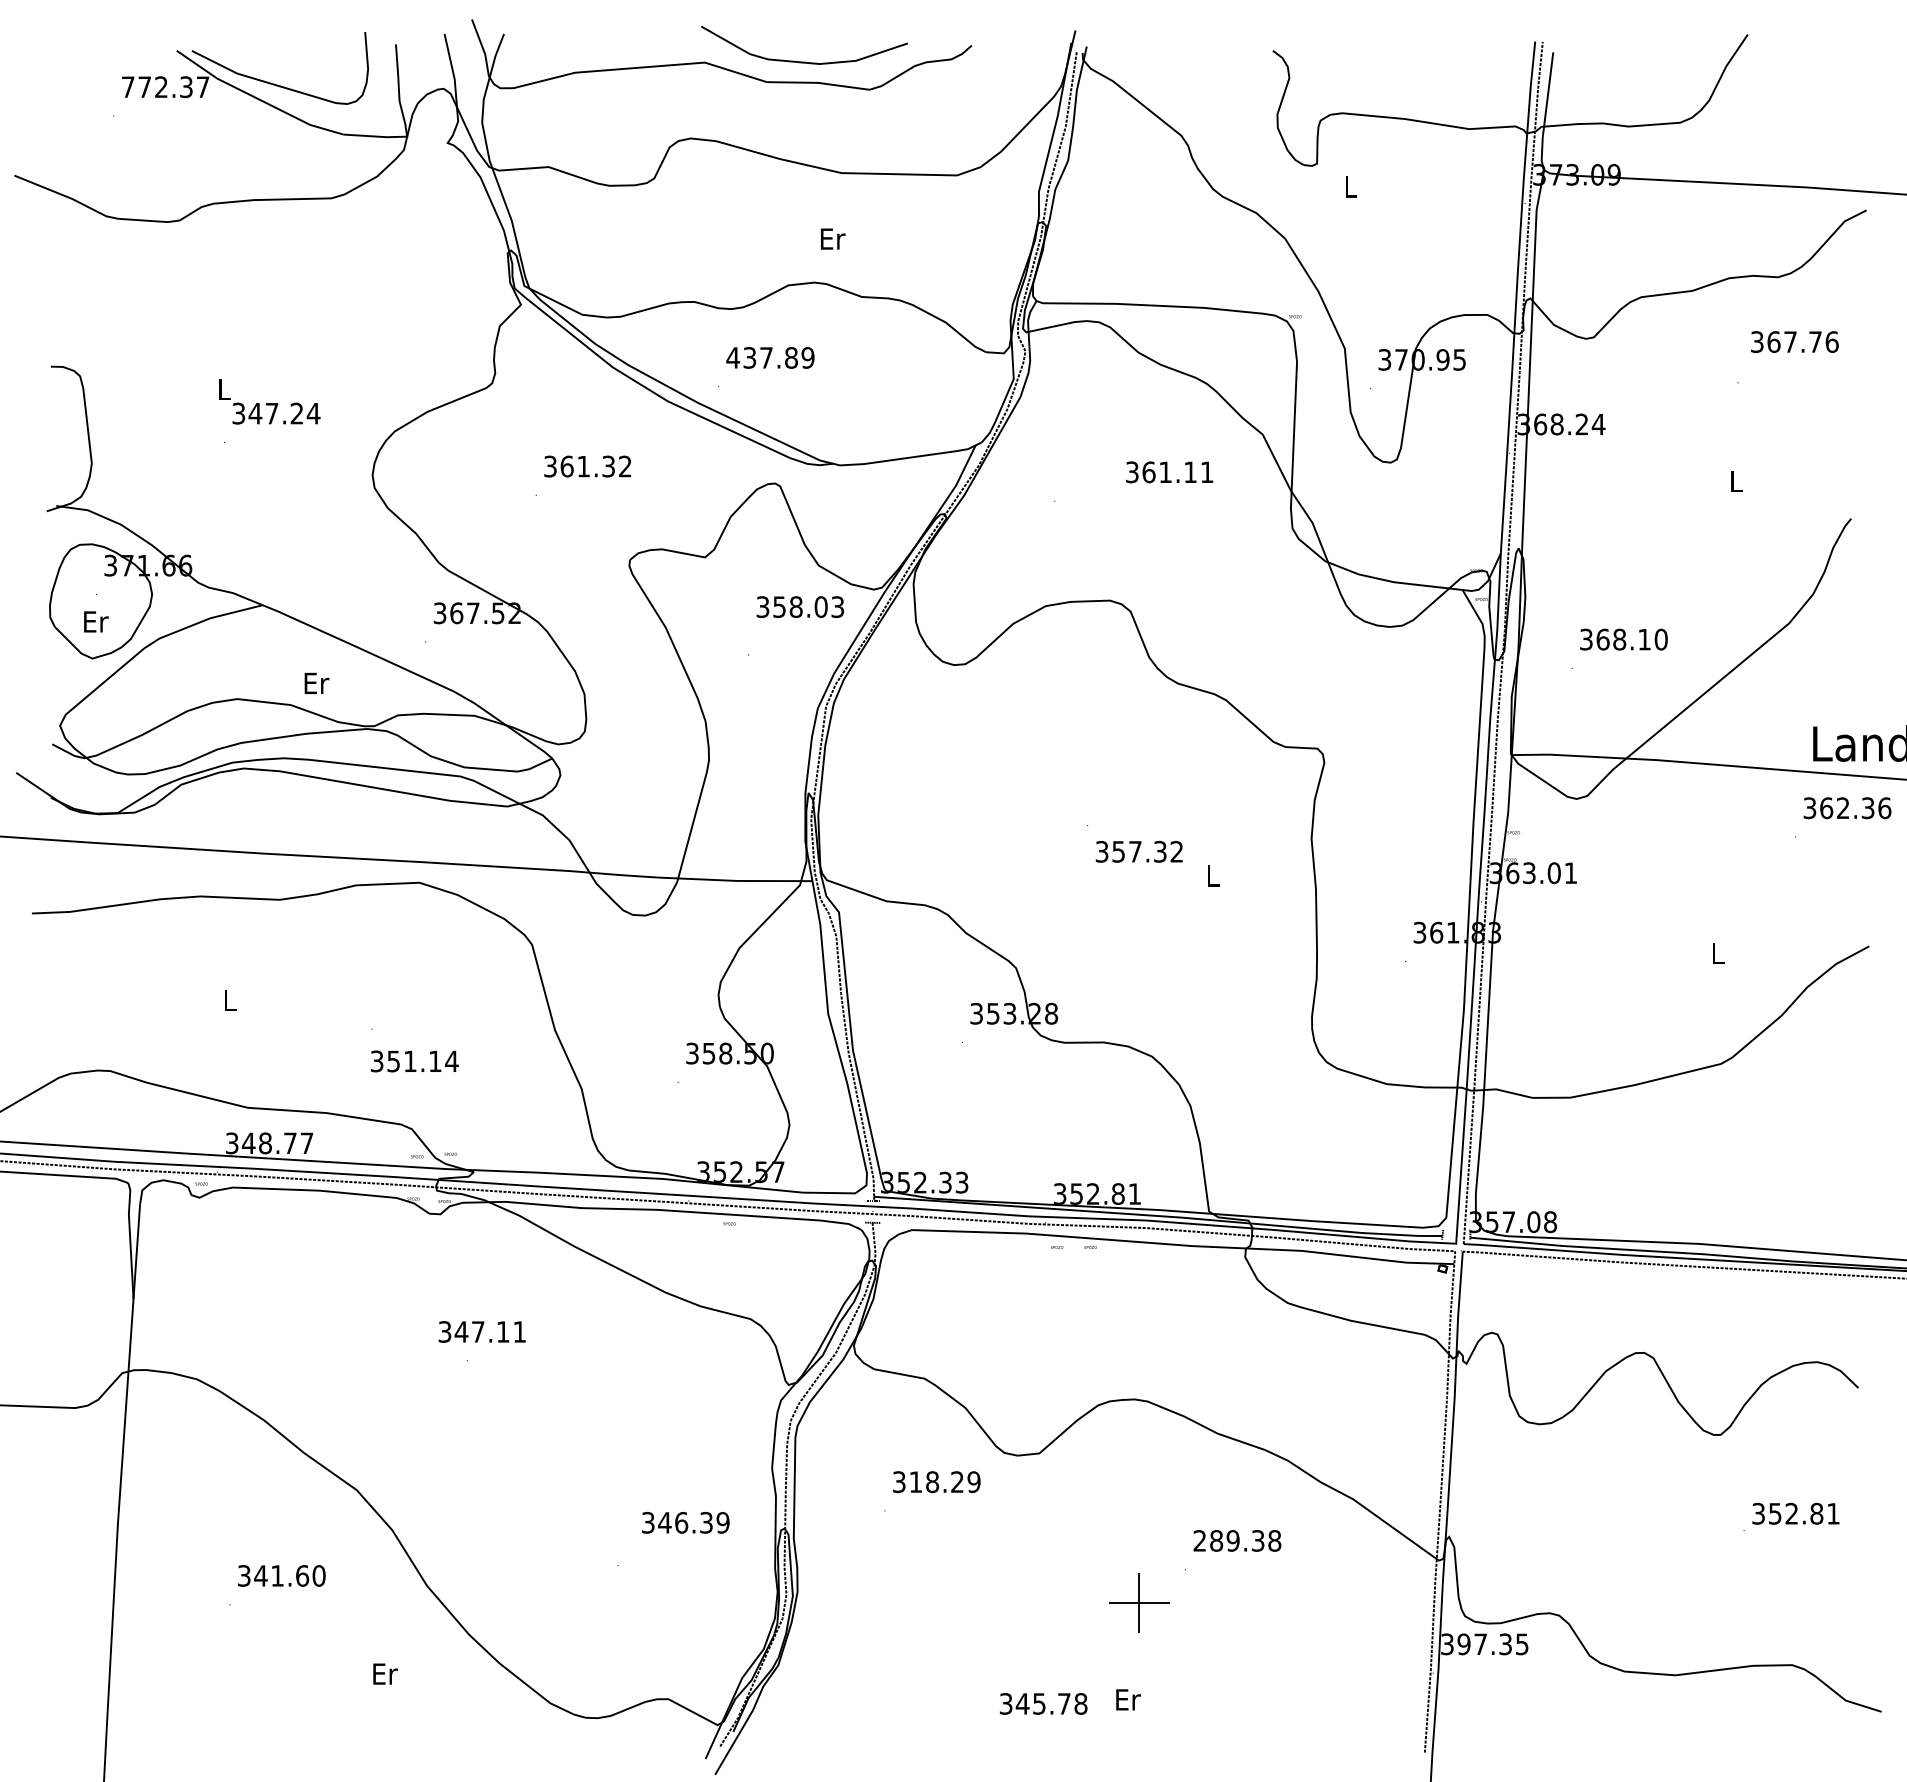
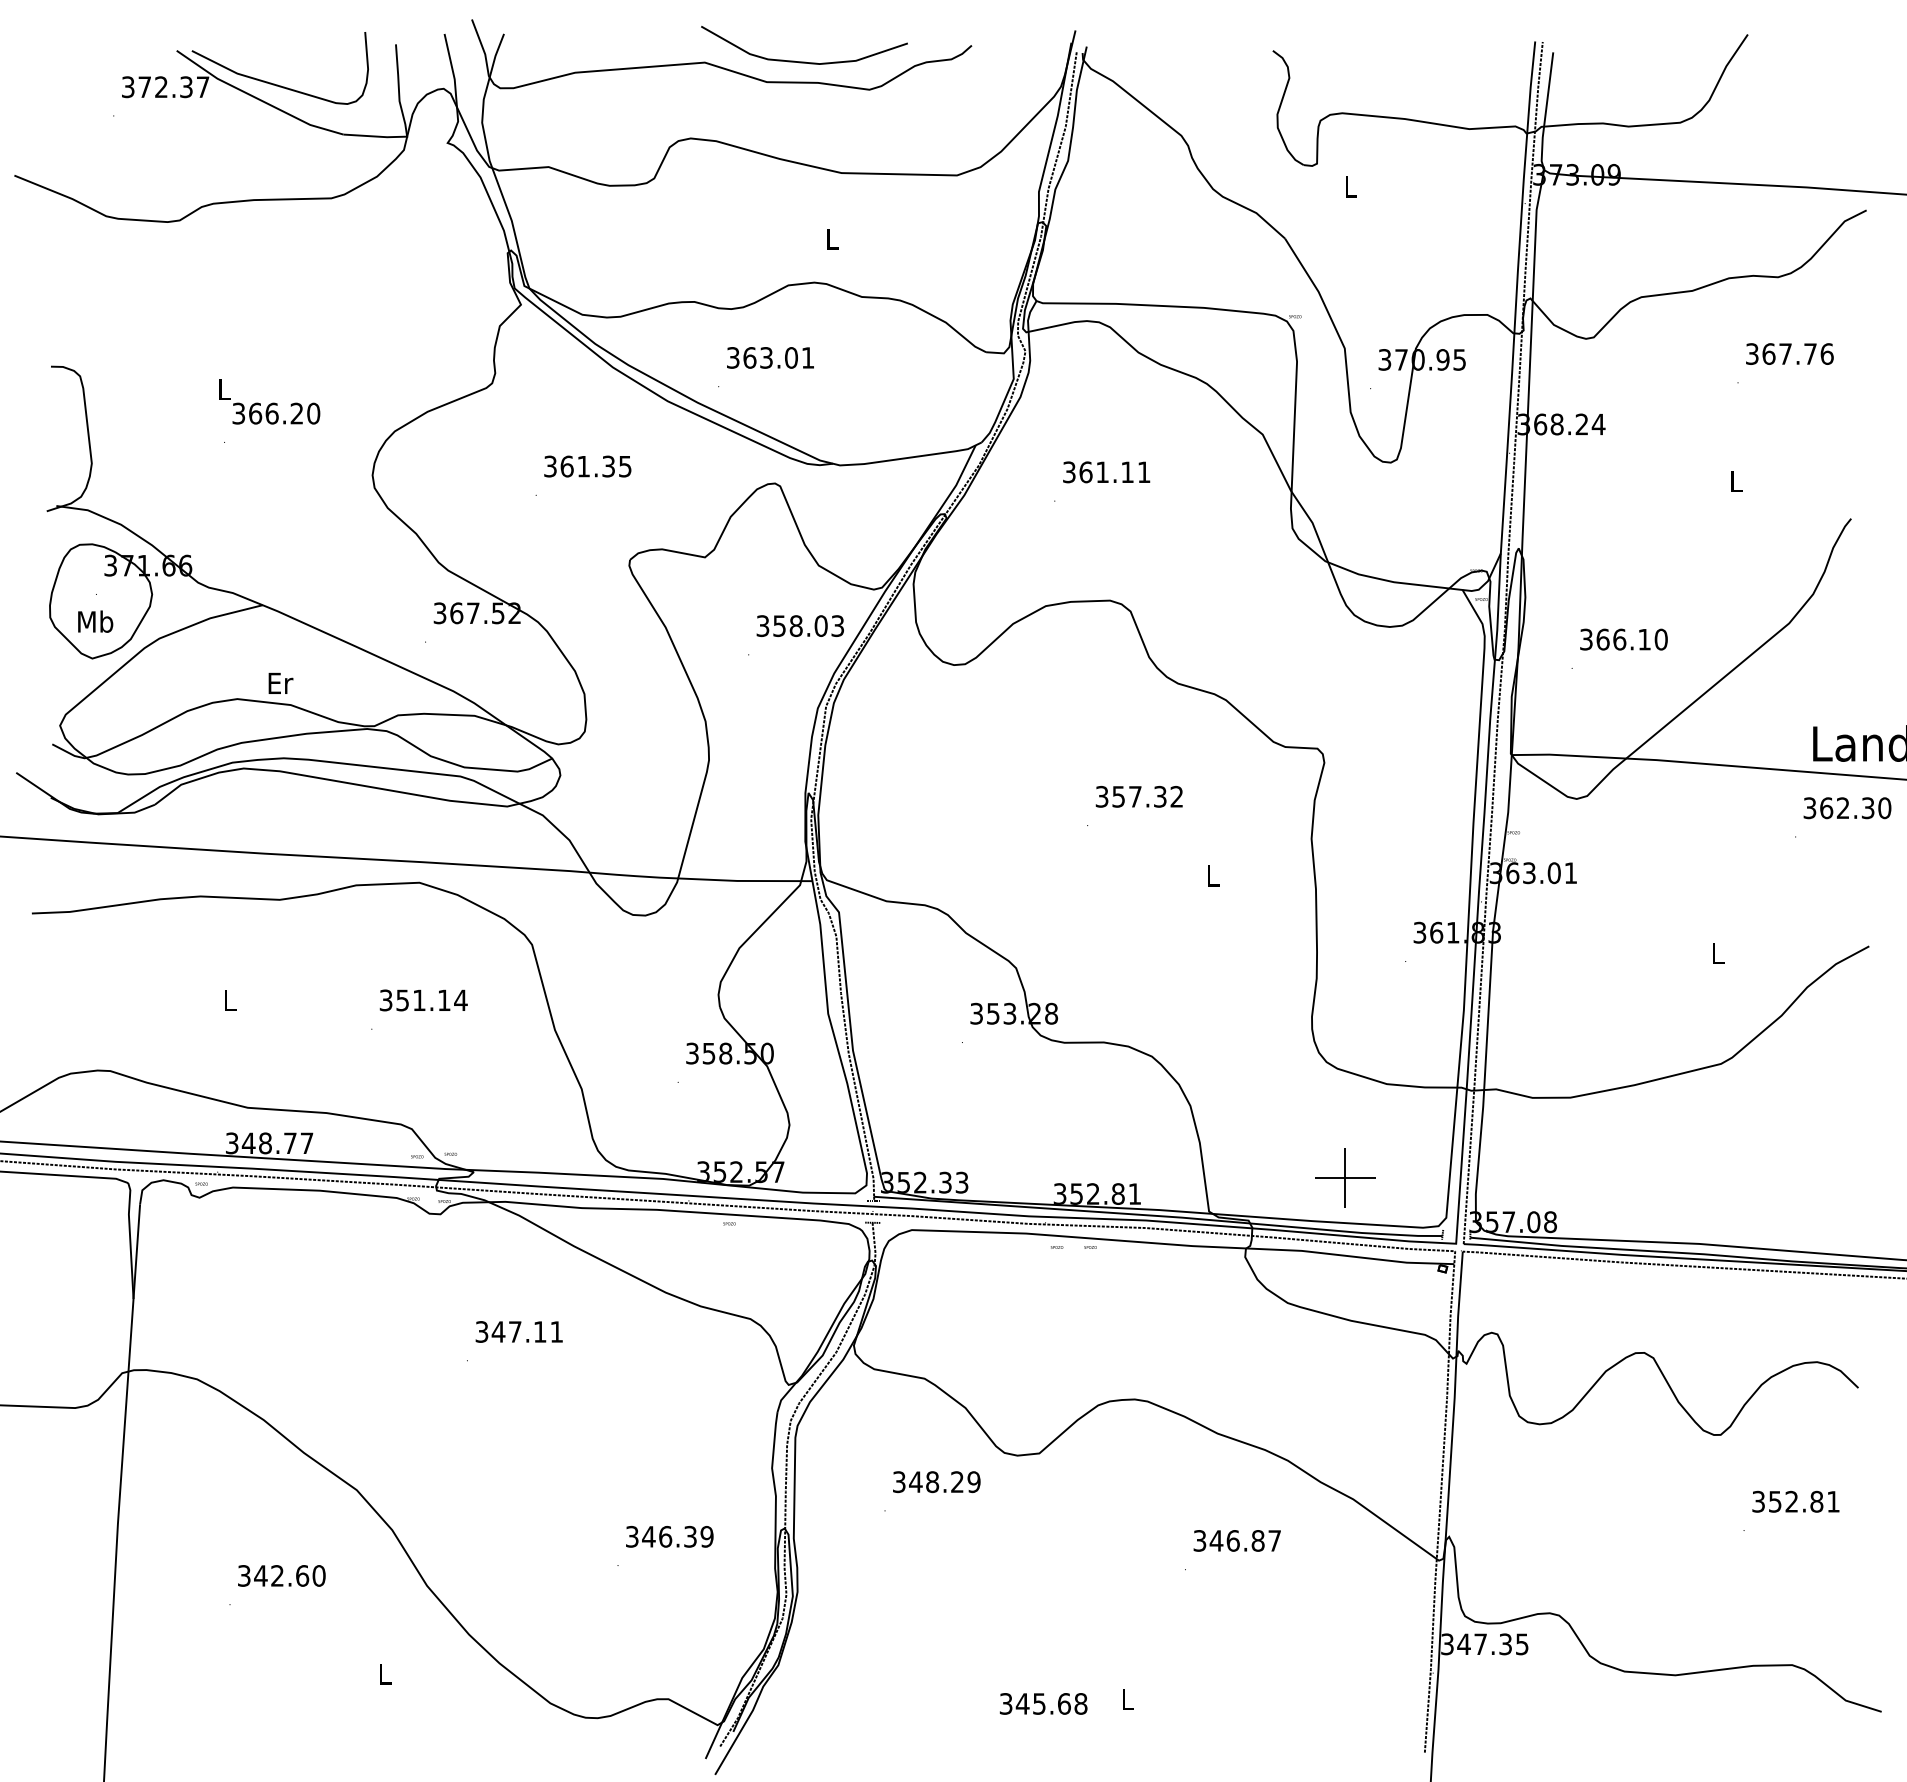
text at (128, 87): 772.37 -> 372.37
text at (833, 238): Er -> L
text at (1794, 341) position: (1794, 341) -> (1789, 353)
text at (770, 357): 437.89 -> 363.01
text at (284, 413): 347.24 -> 366.20
text at (625, 466): 361.32 -> 361.35
text at (1169, 472) position: (1169, 472) -> (1106, 472)
text at (799, 606) position: (799, 606) -> (799, 625)
text at (95, 621): Er -> Mb
text at (1619, 639): 368.10 -> 366.10
text at (316, 682) position: (316, 682) -> (280, 682)
text at (1884, 807): 362.36 -> 362.30
text at (1138, 851) position: (1138, 851) -> (1138, 796)
text at (414, 1061) position: (414, 1061) -> (423, 1000)
text at (481, 1331) position: (481, 1331) -> (518, 1331)
text at (915, 1481): 318.29 -> 348.29
text at (1795, 1513) position: (1795, 1513) -> (1795, 1501)
text at (685, 1522) position: (685, 1522) -> (669, 1536)
text at (1237, 1540): 289.38 -> 346.87
text at (277, 1575): 341.60 -> 342.60
part at (1139, 1602) position: (1139, 1602) -> (1345, 1177)
text at (1463, 1644): 397.35 -> 347.35
text at (385, 1673): Er -> L
text at (1128, 1699): Er -> L
text at (1064, 1703): 345.78 -> 345.68
